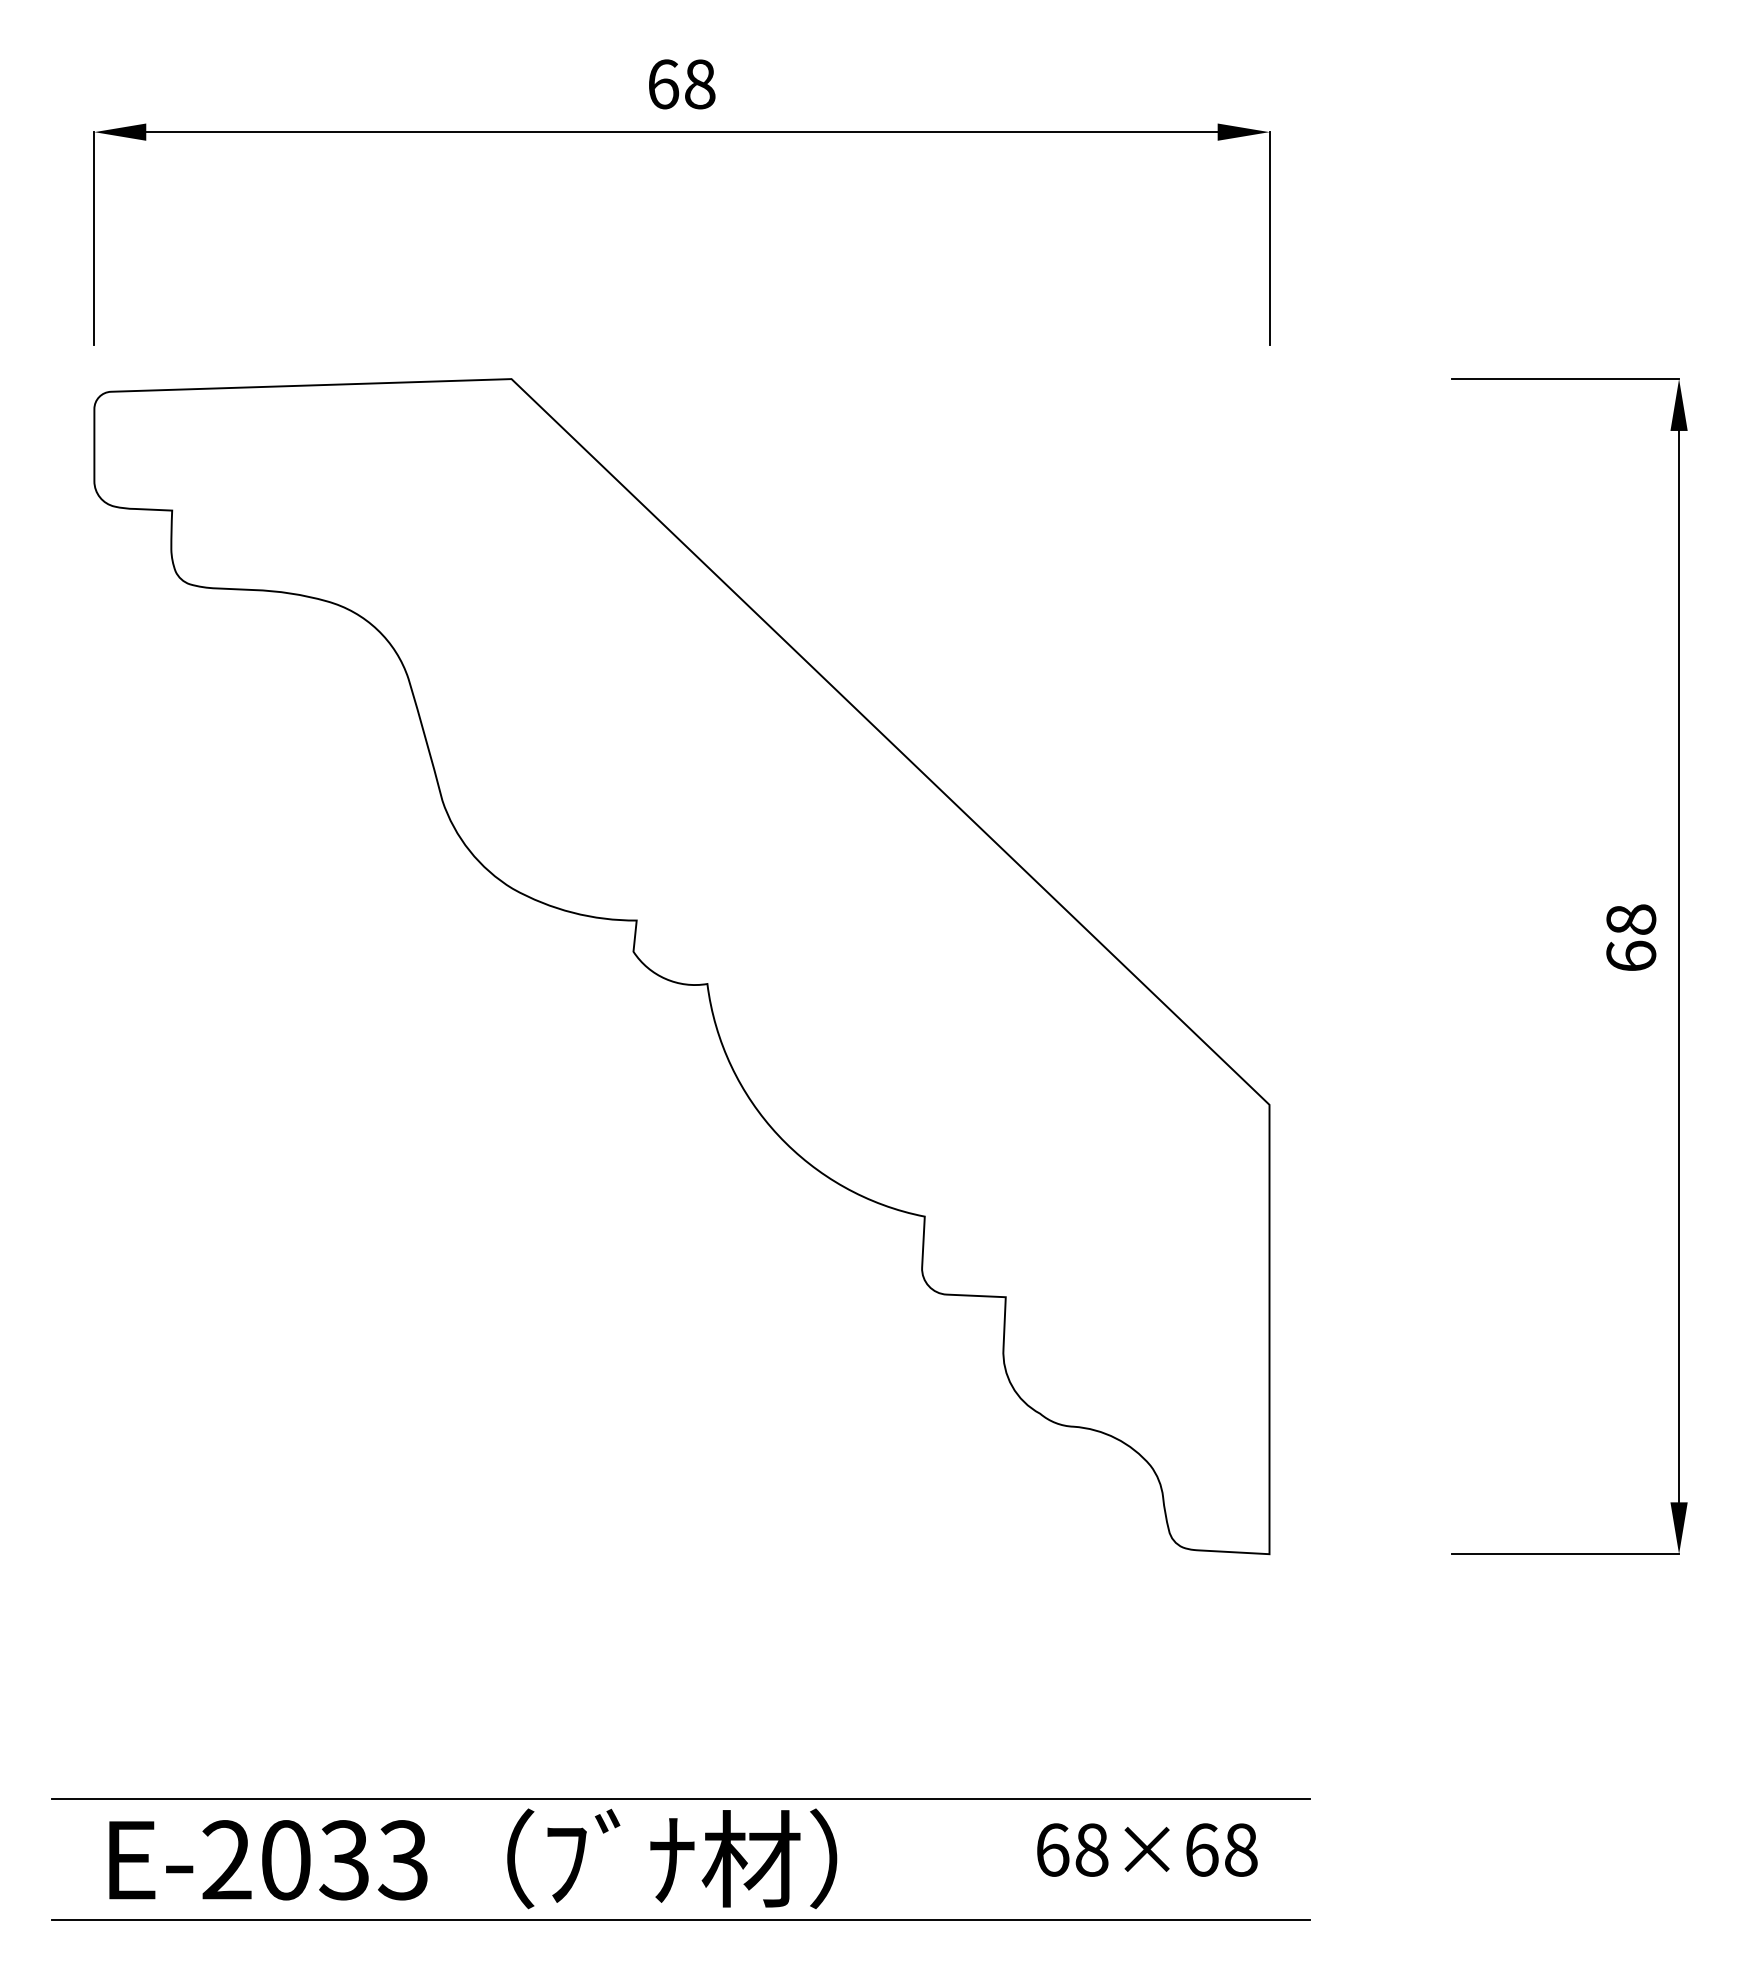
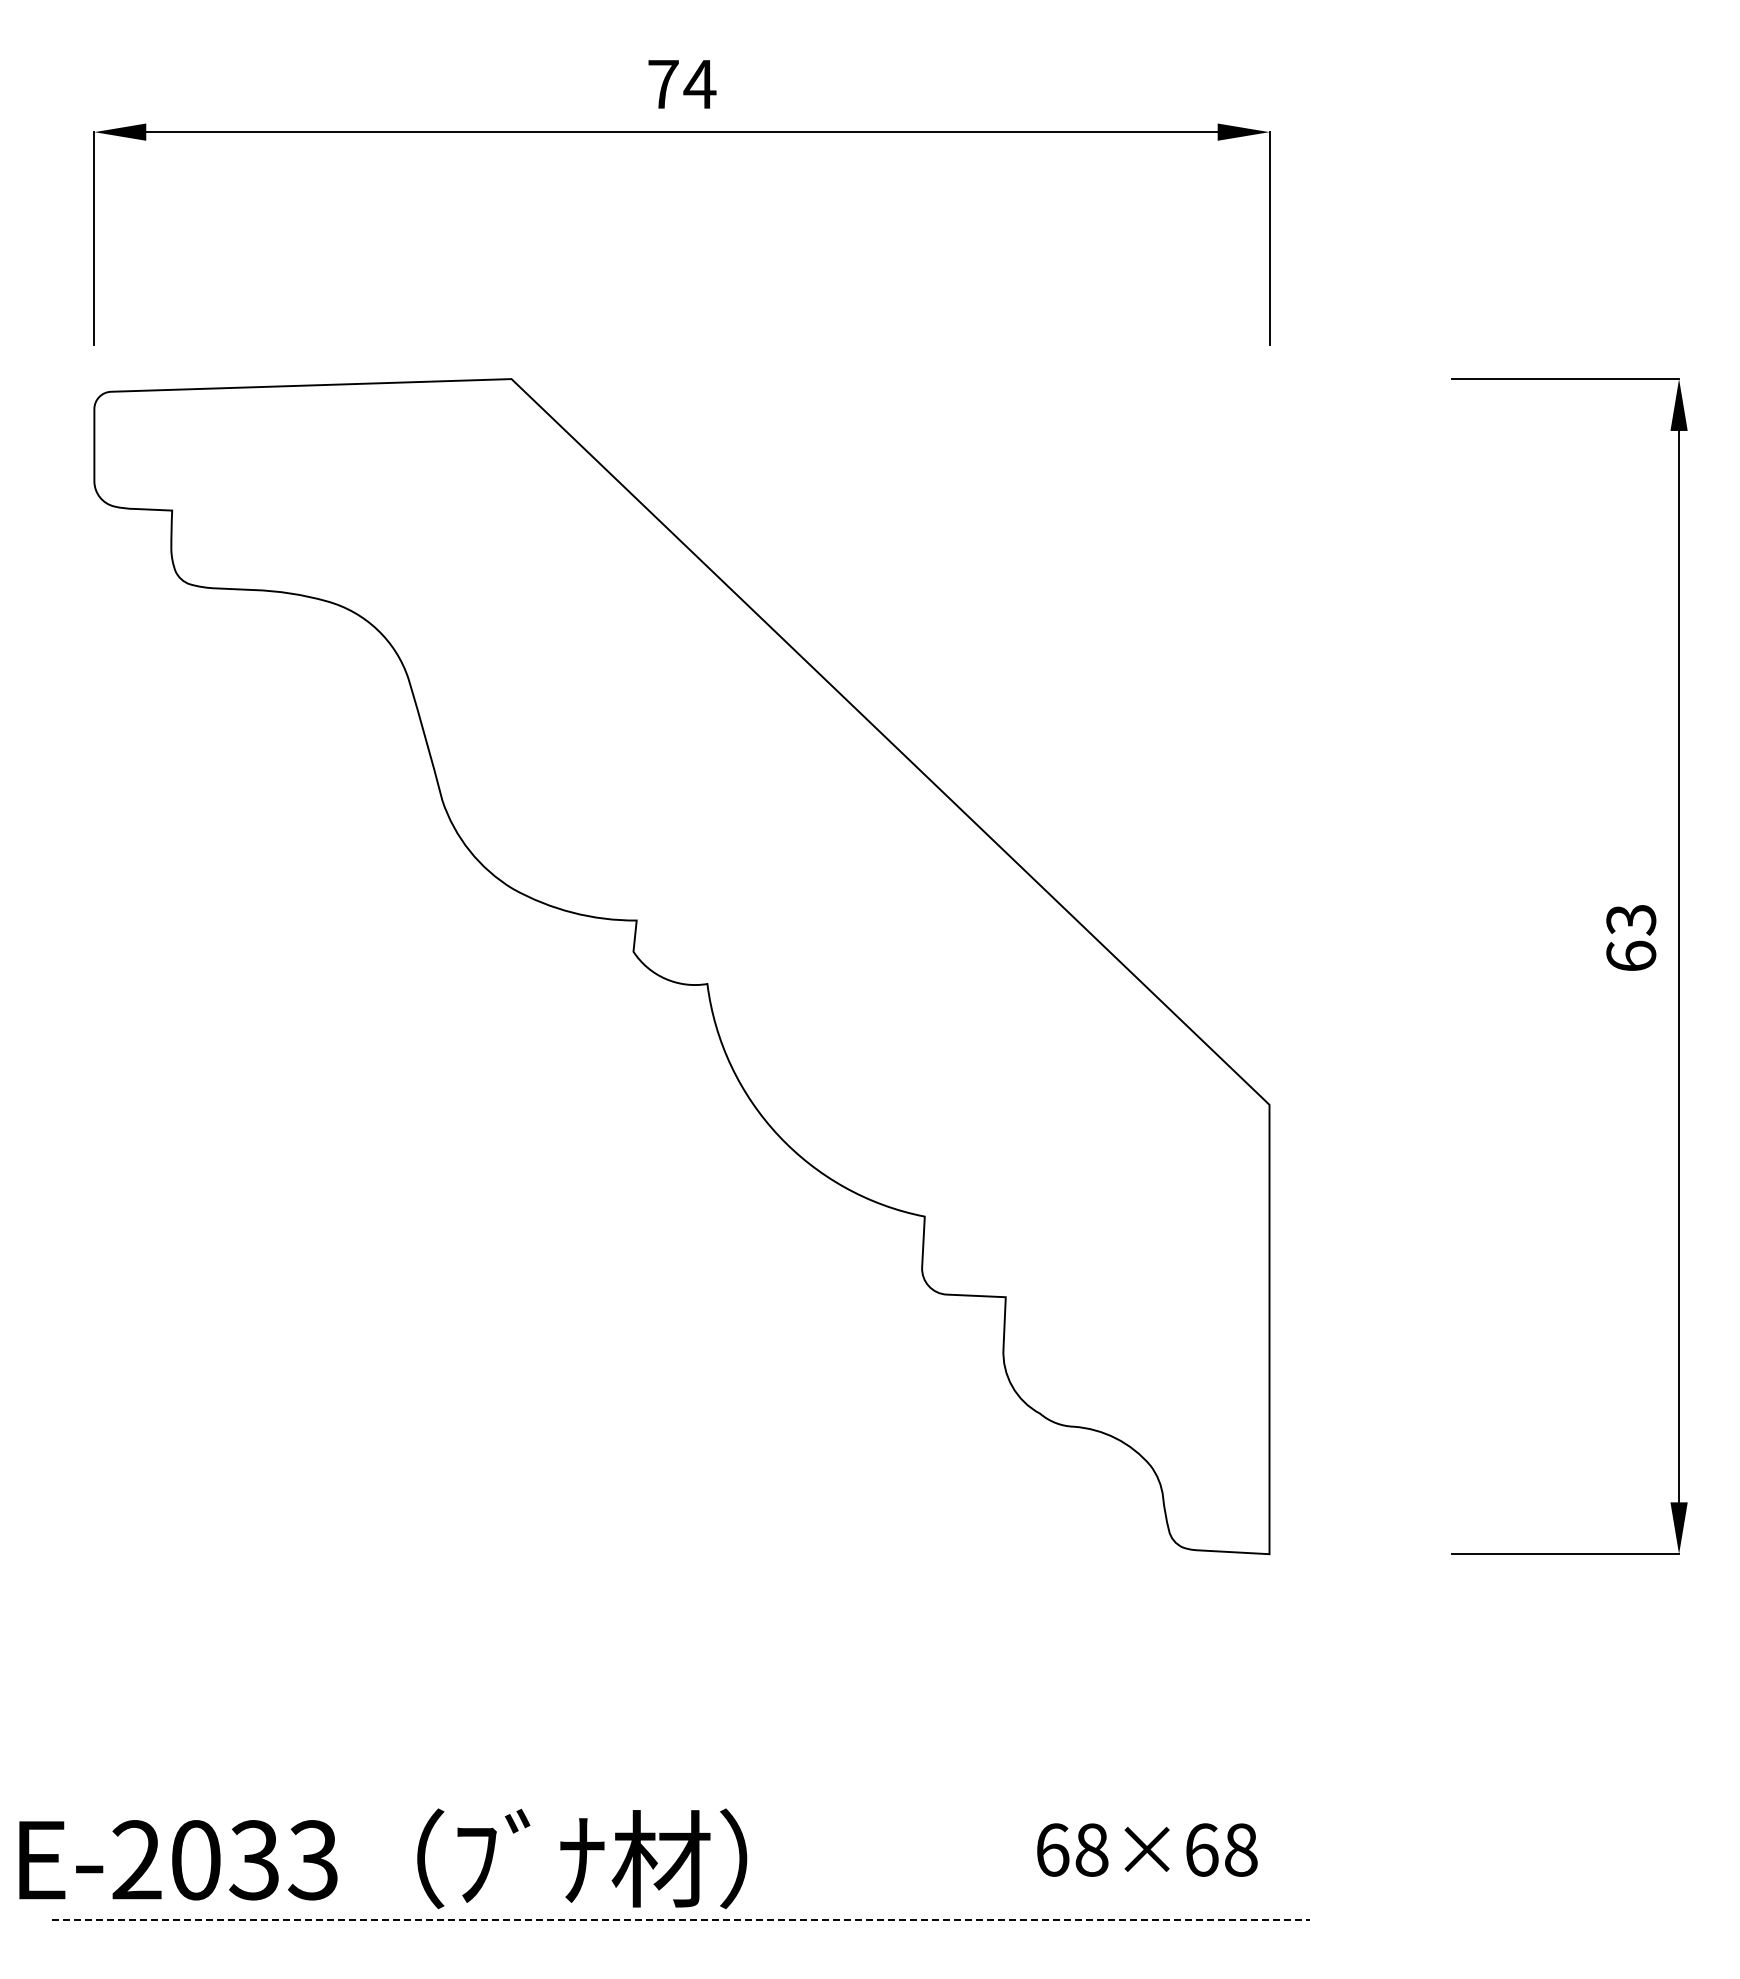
text at (682, 84): 68 -> 74
text at (1631, 919): 68 -> 63
line at (680, 1798): present -> none
text at (473, 1858) position: (473, 1858) -> (383, 1858)
line at (681, 1919): solid -> dashed
